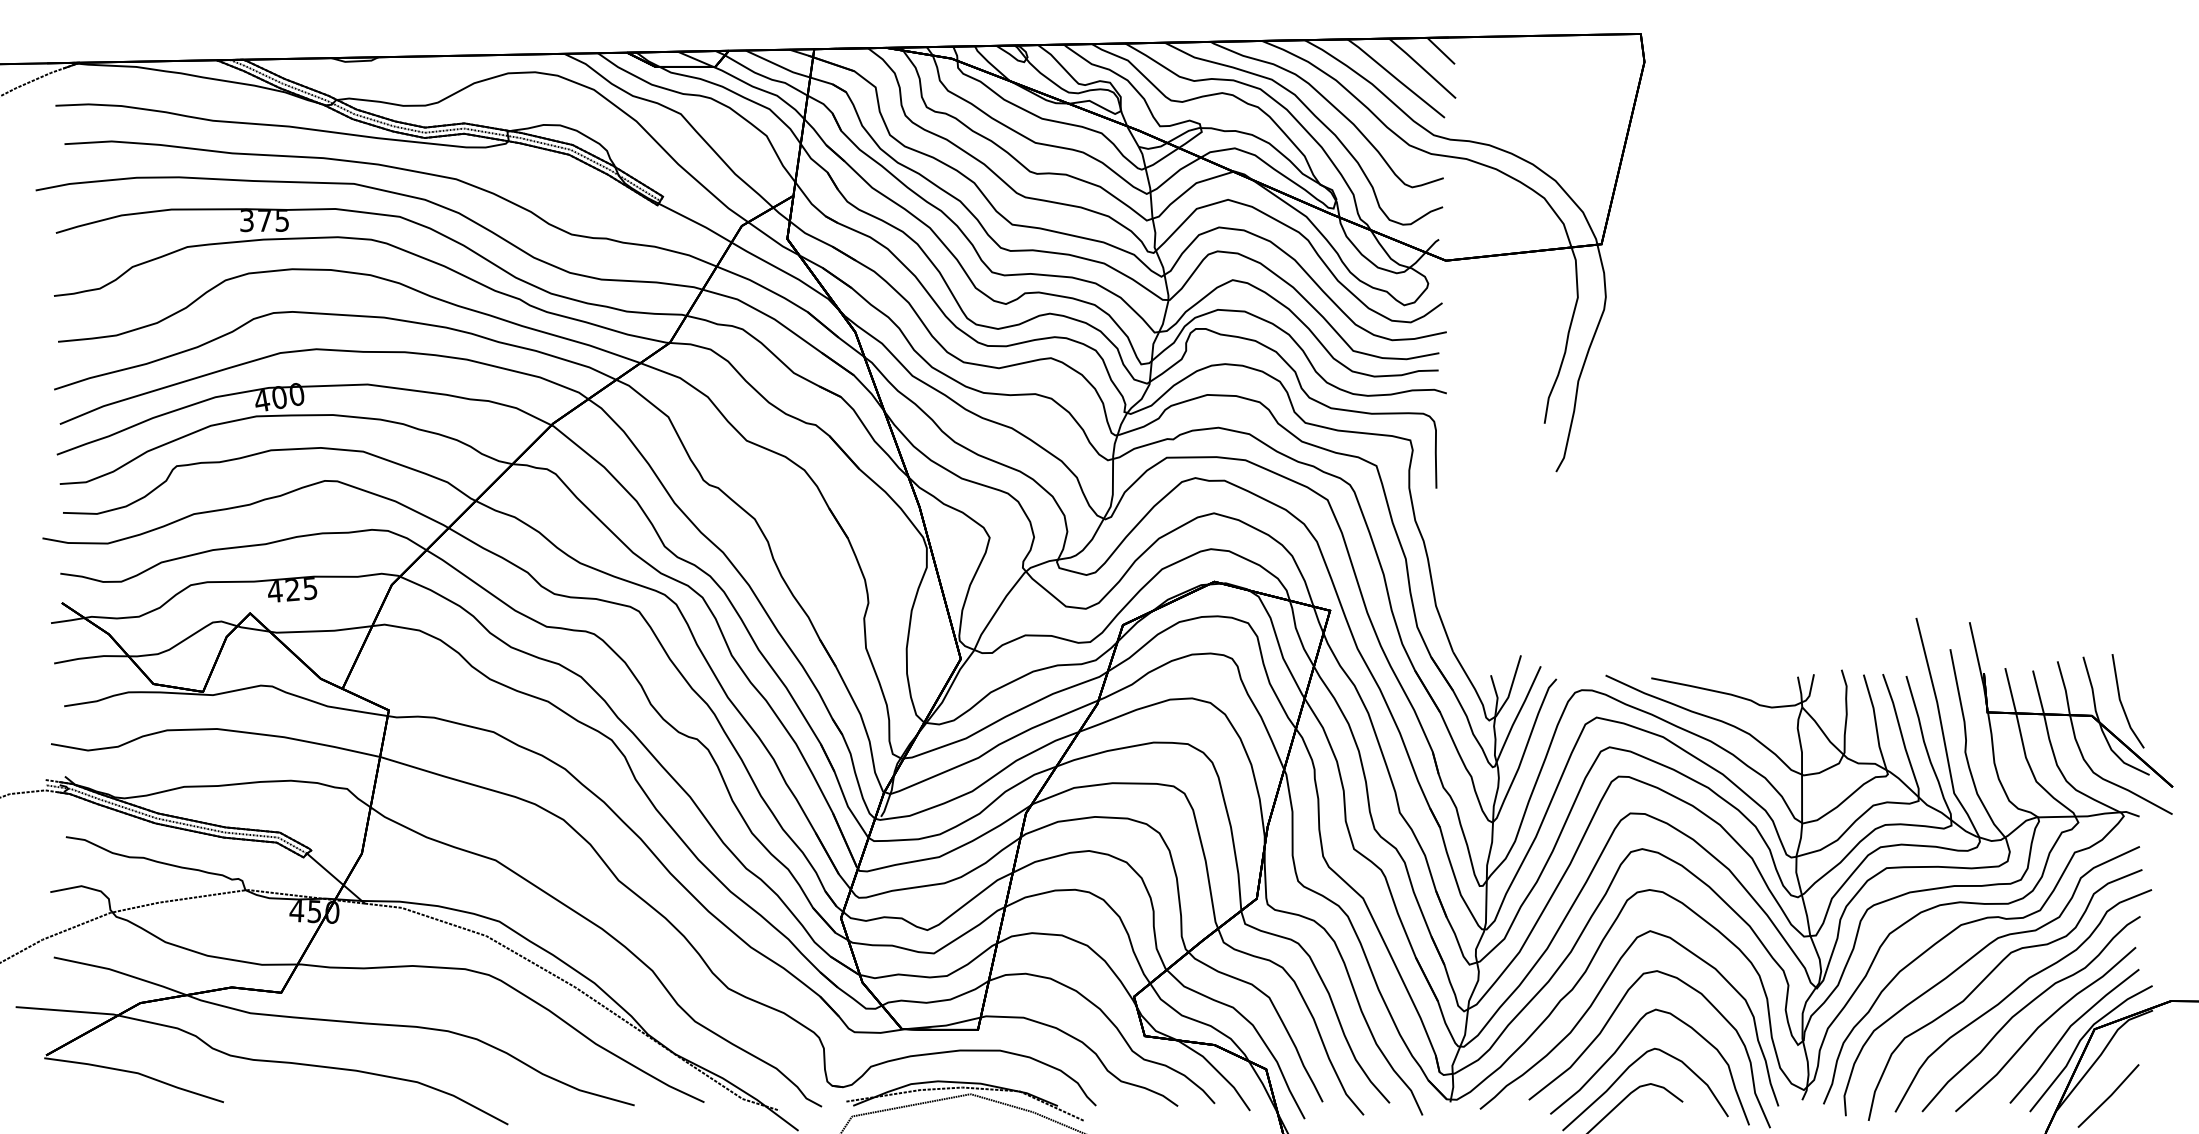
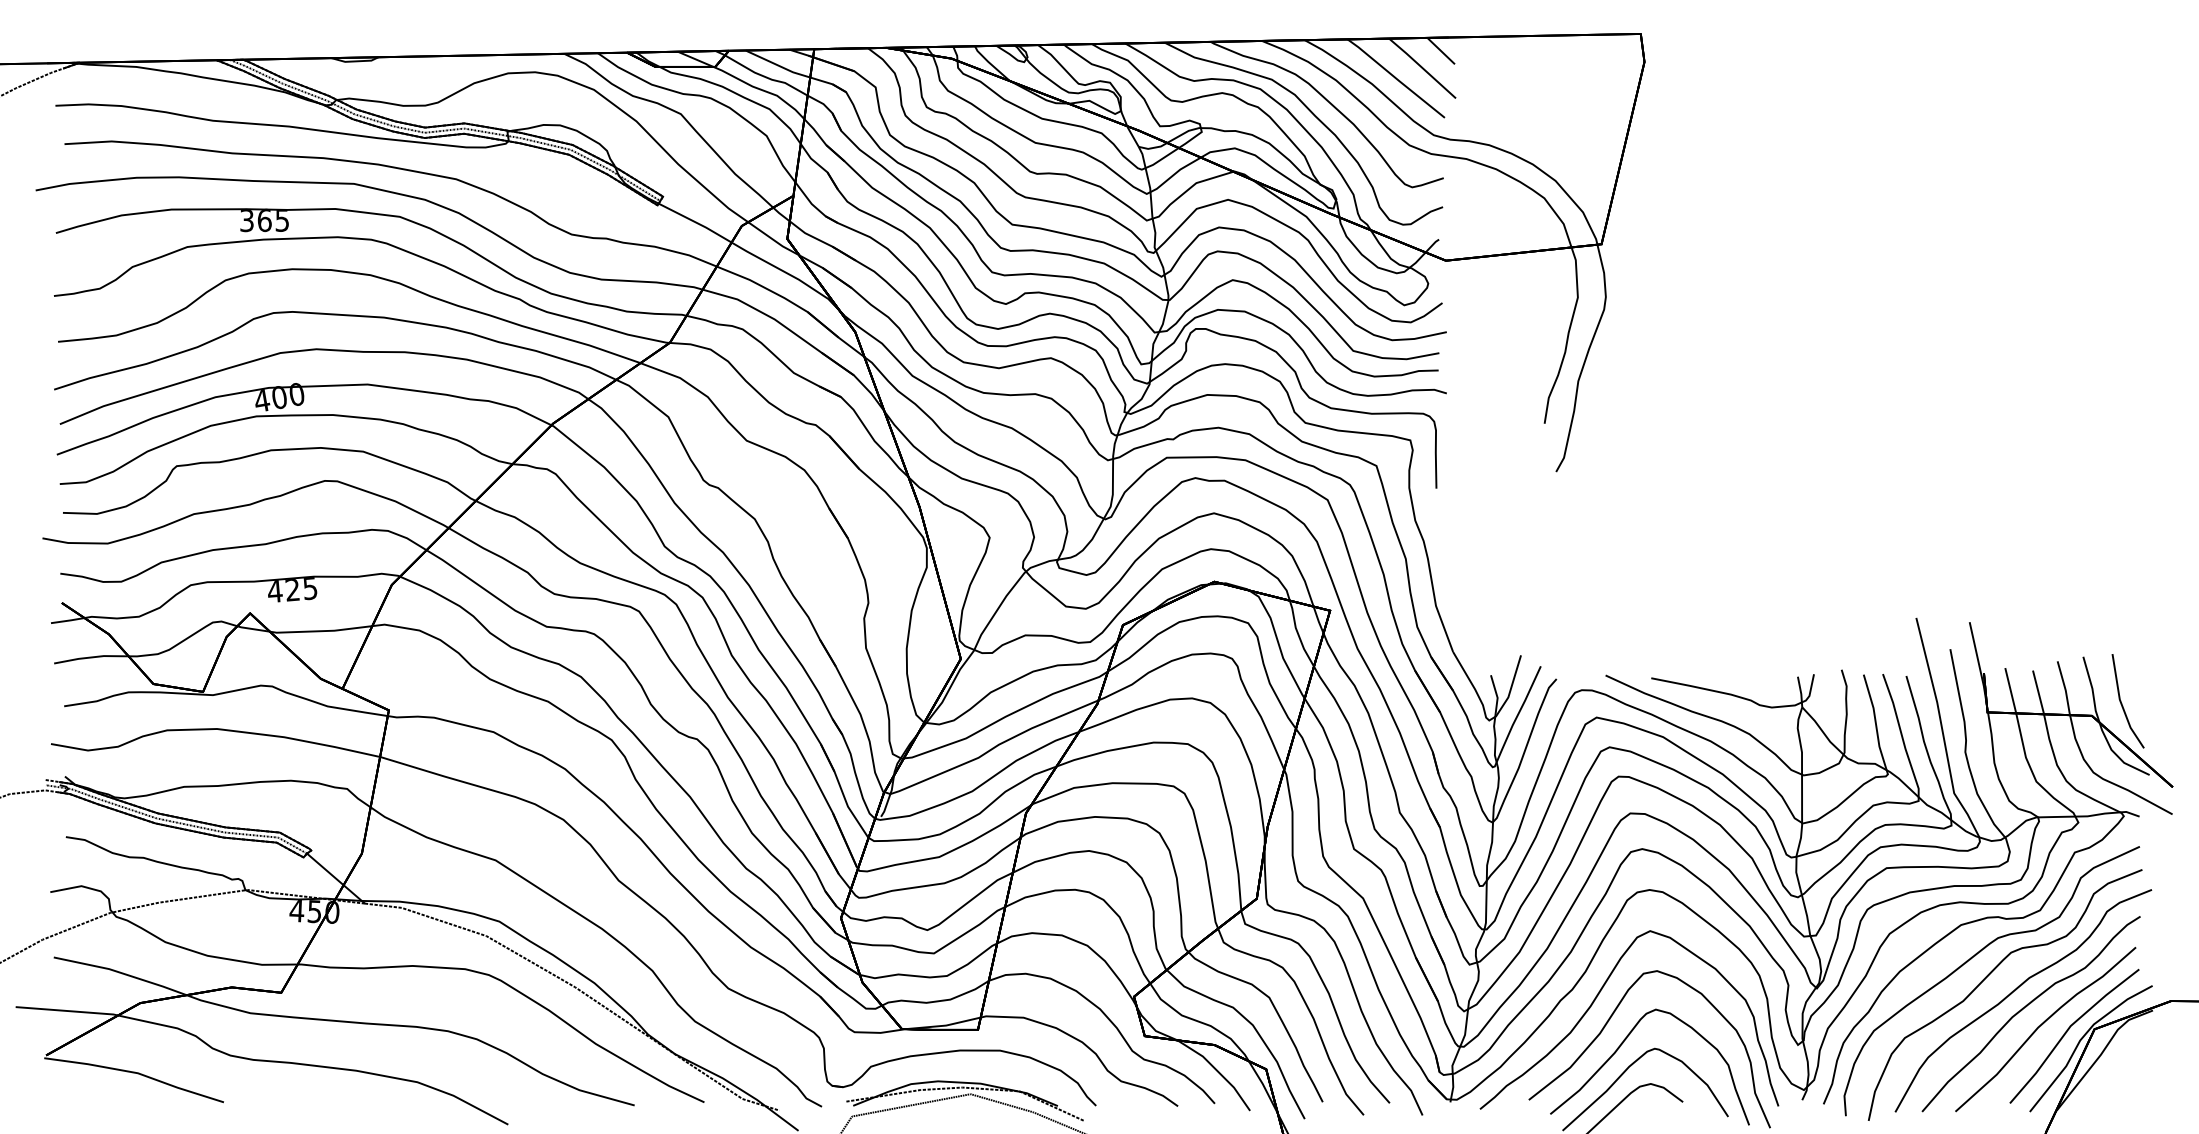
text at (264, 220): 375 -> 365
part at (2108, 1095): present -> none
